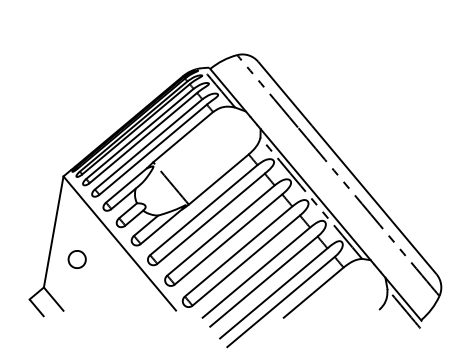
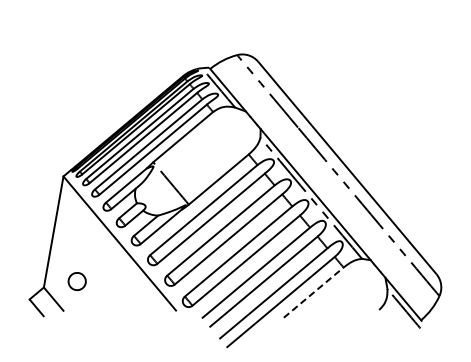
part at (76, 259) position: (76, 259) -> (76, 281)
line at (314, 292): solid -> dashed
